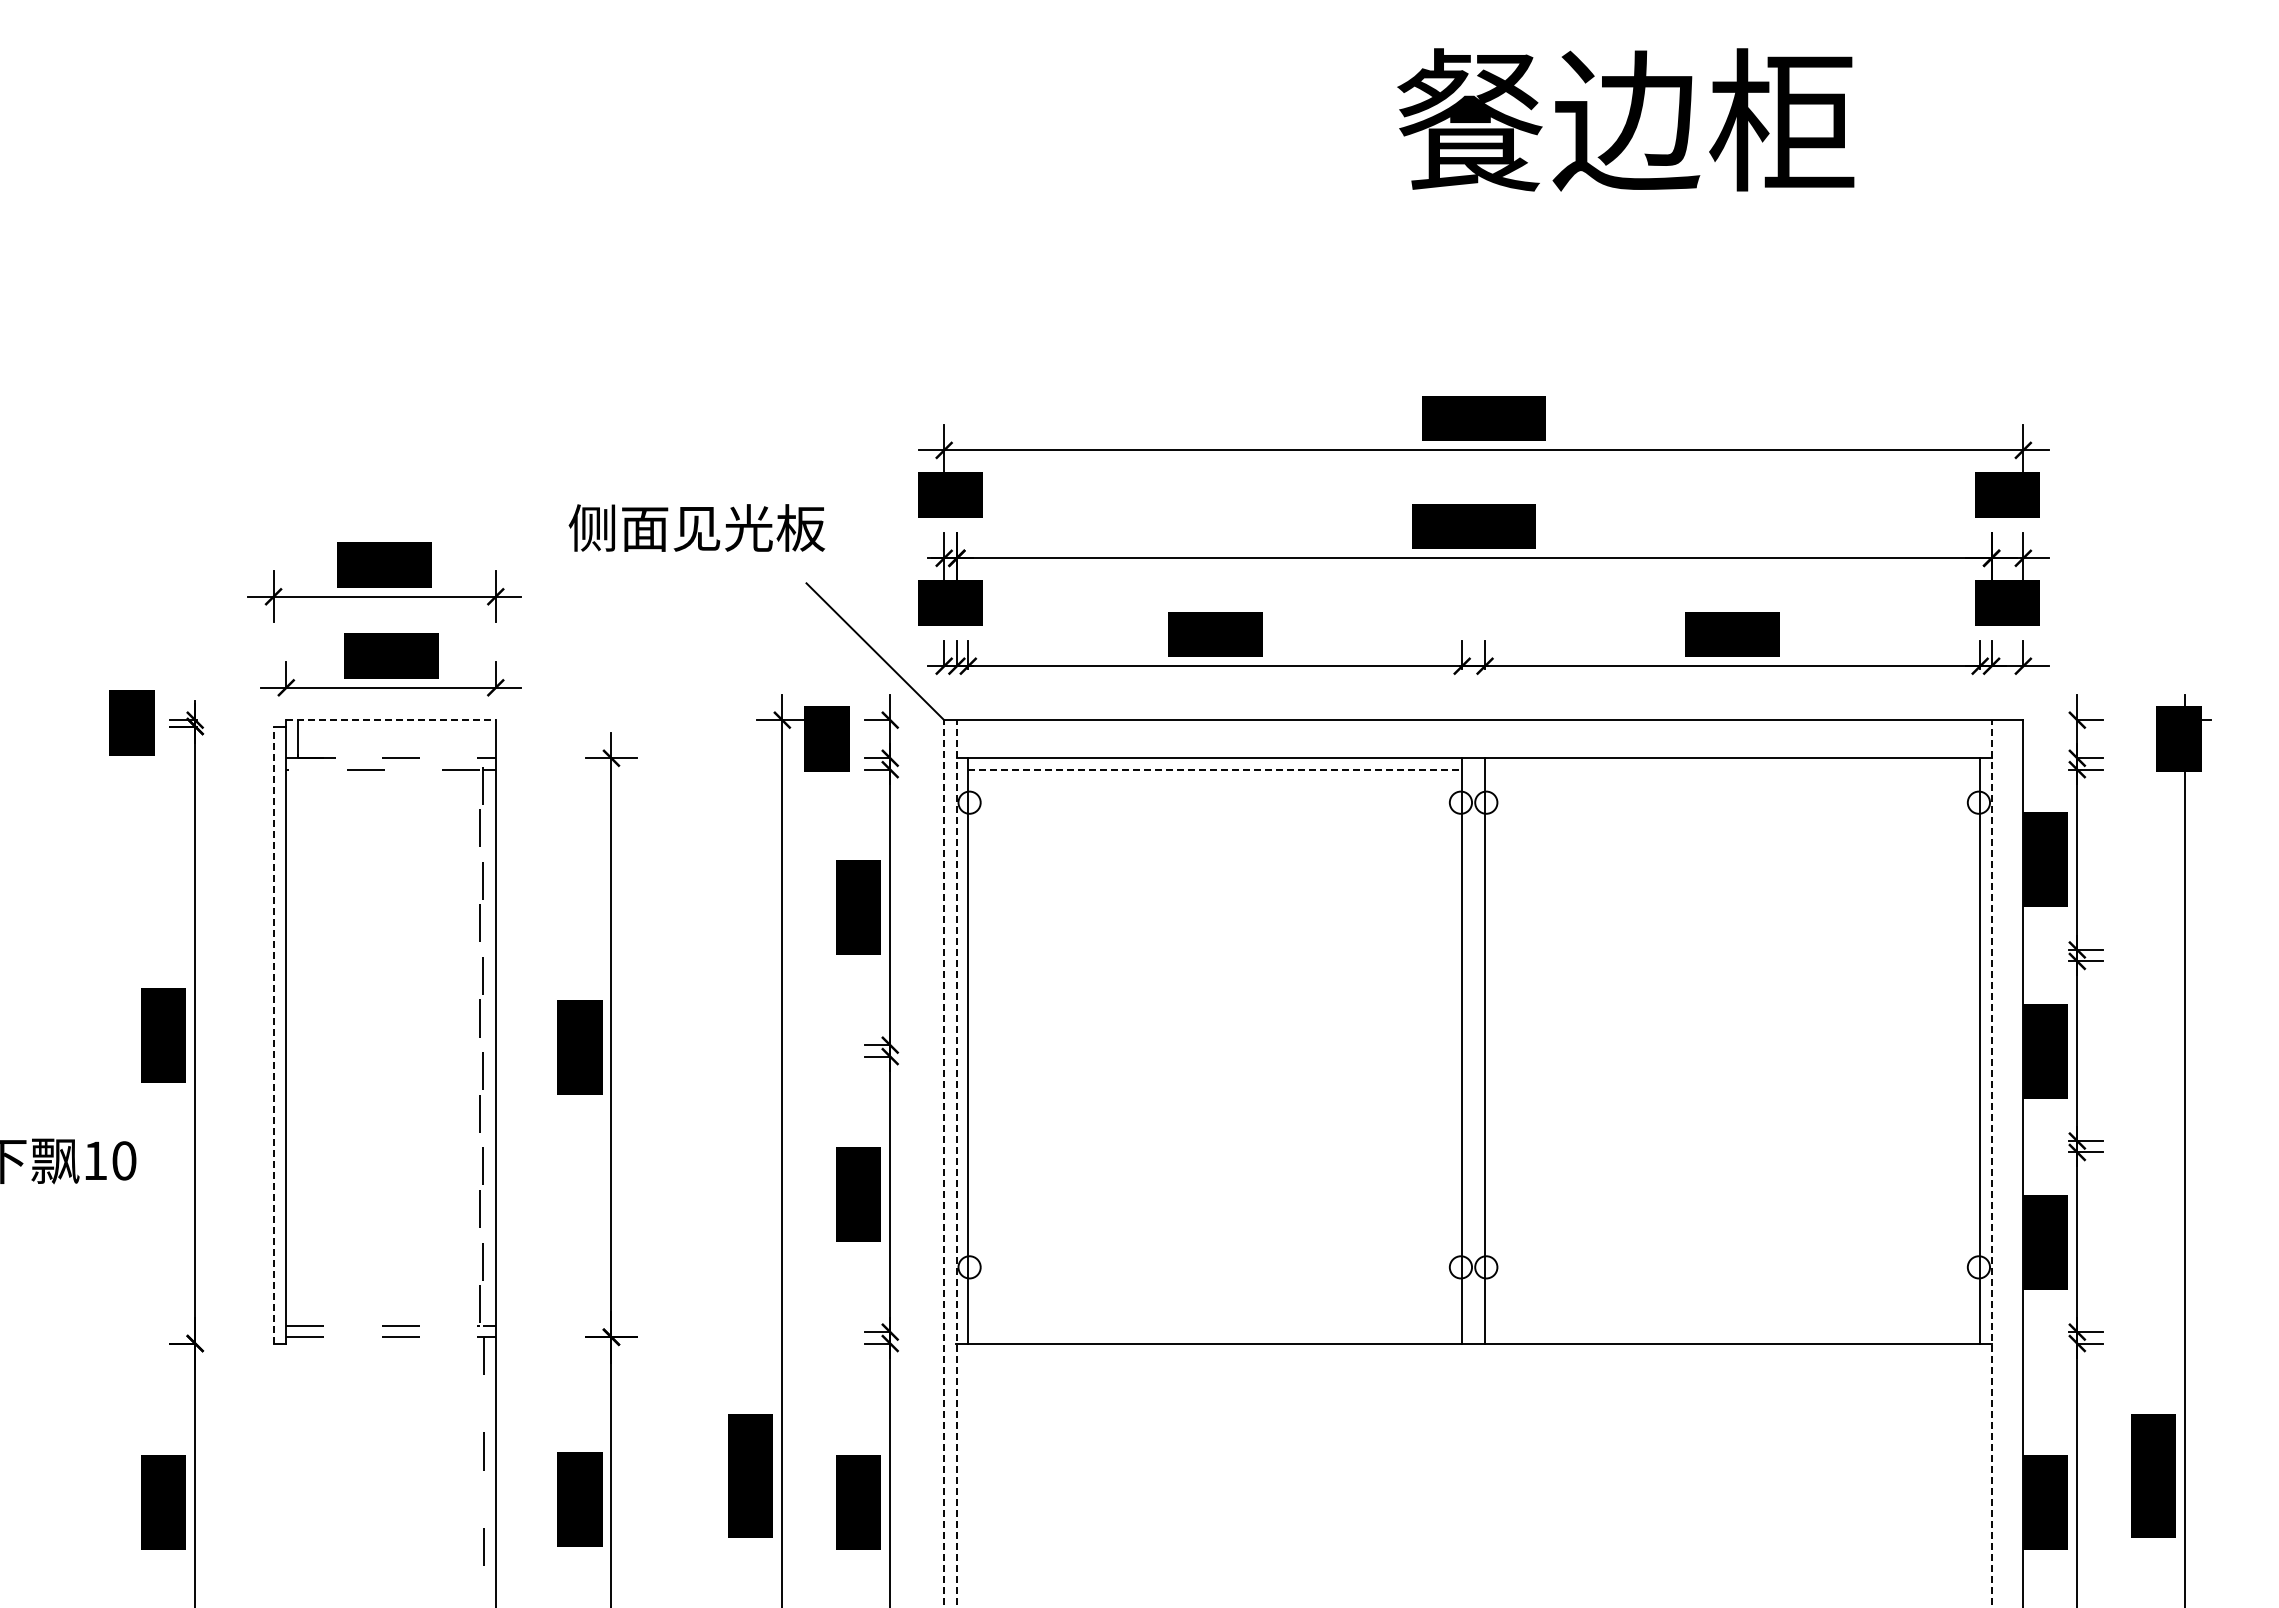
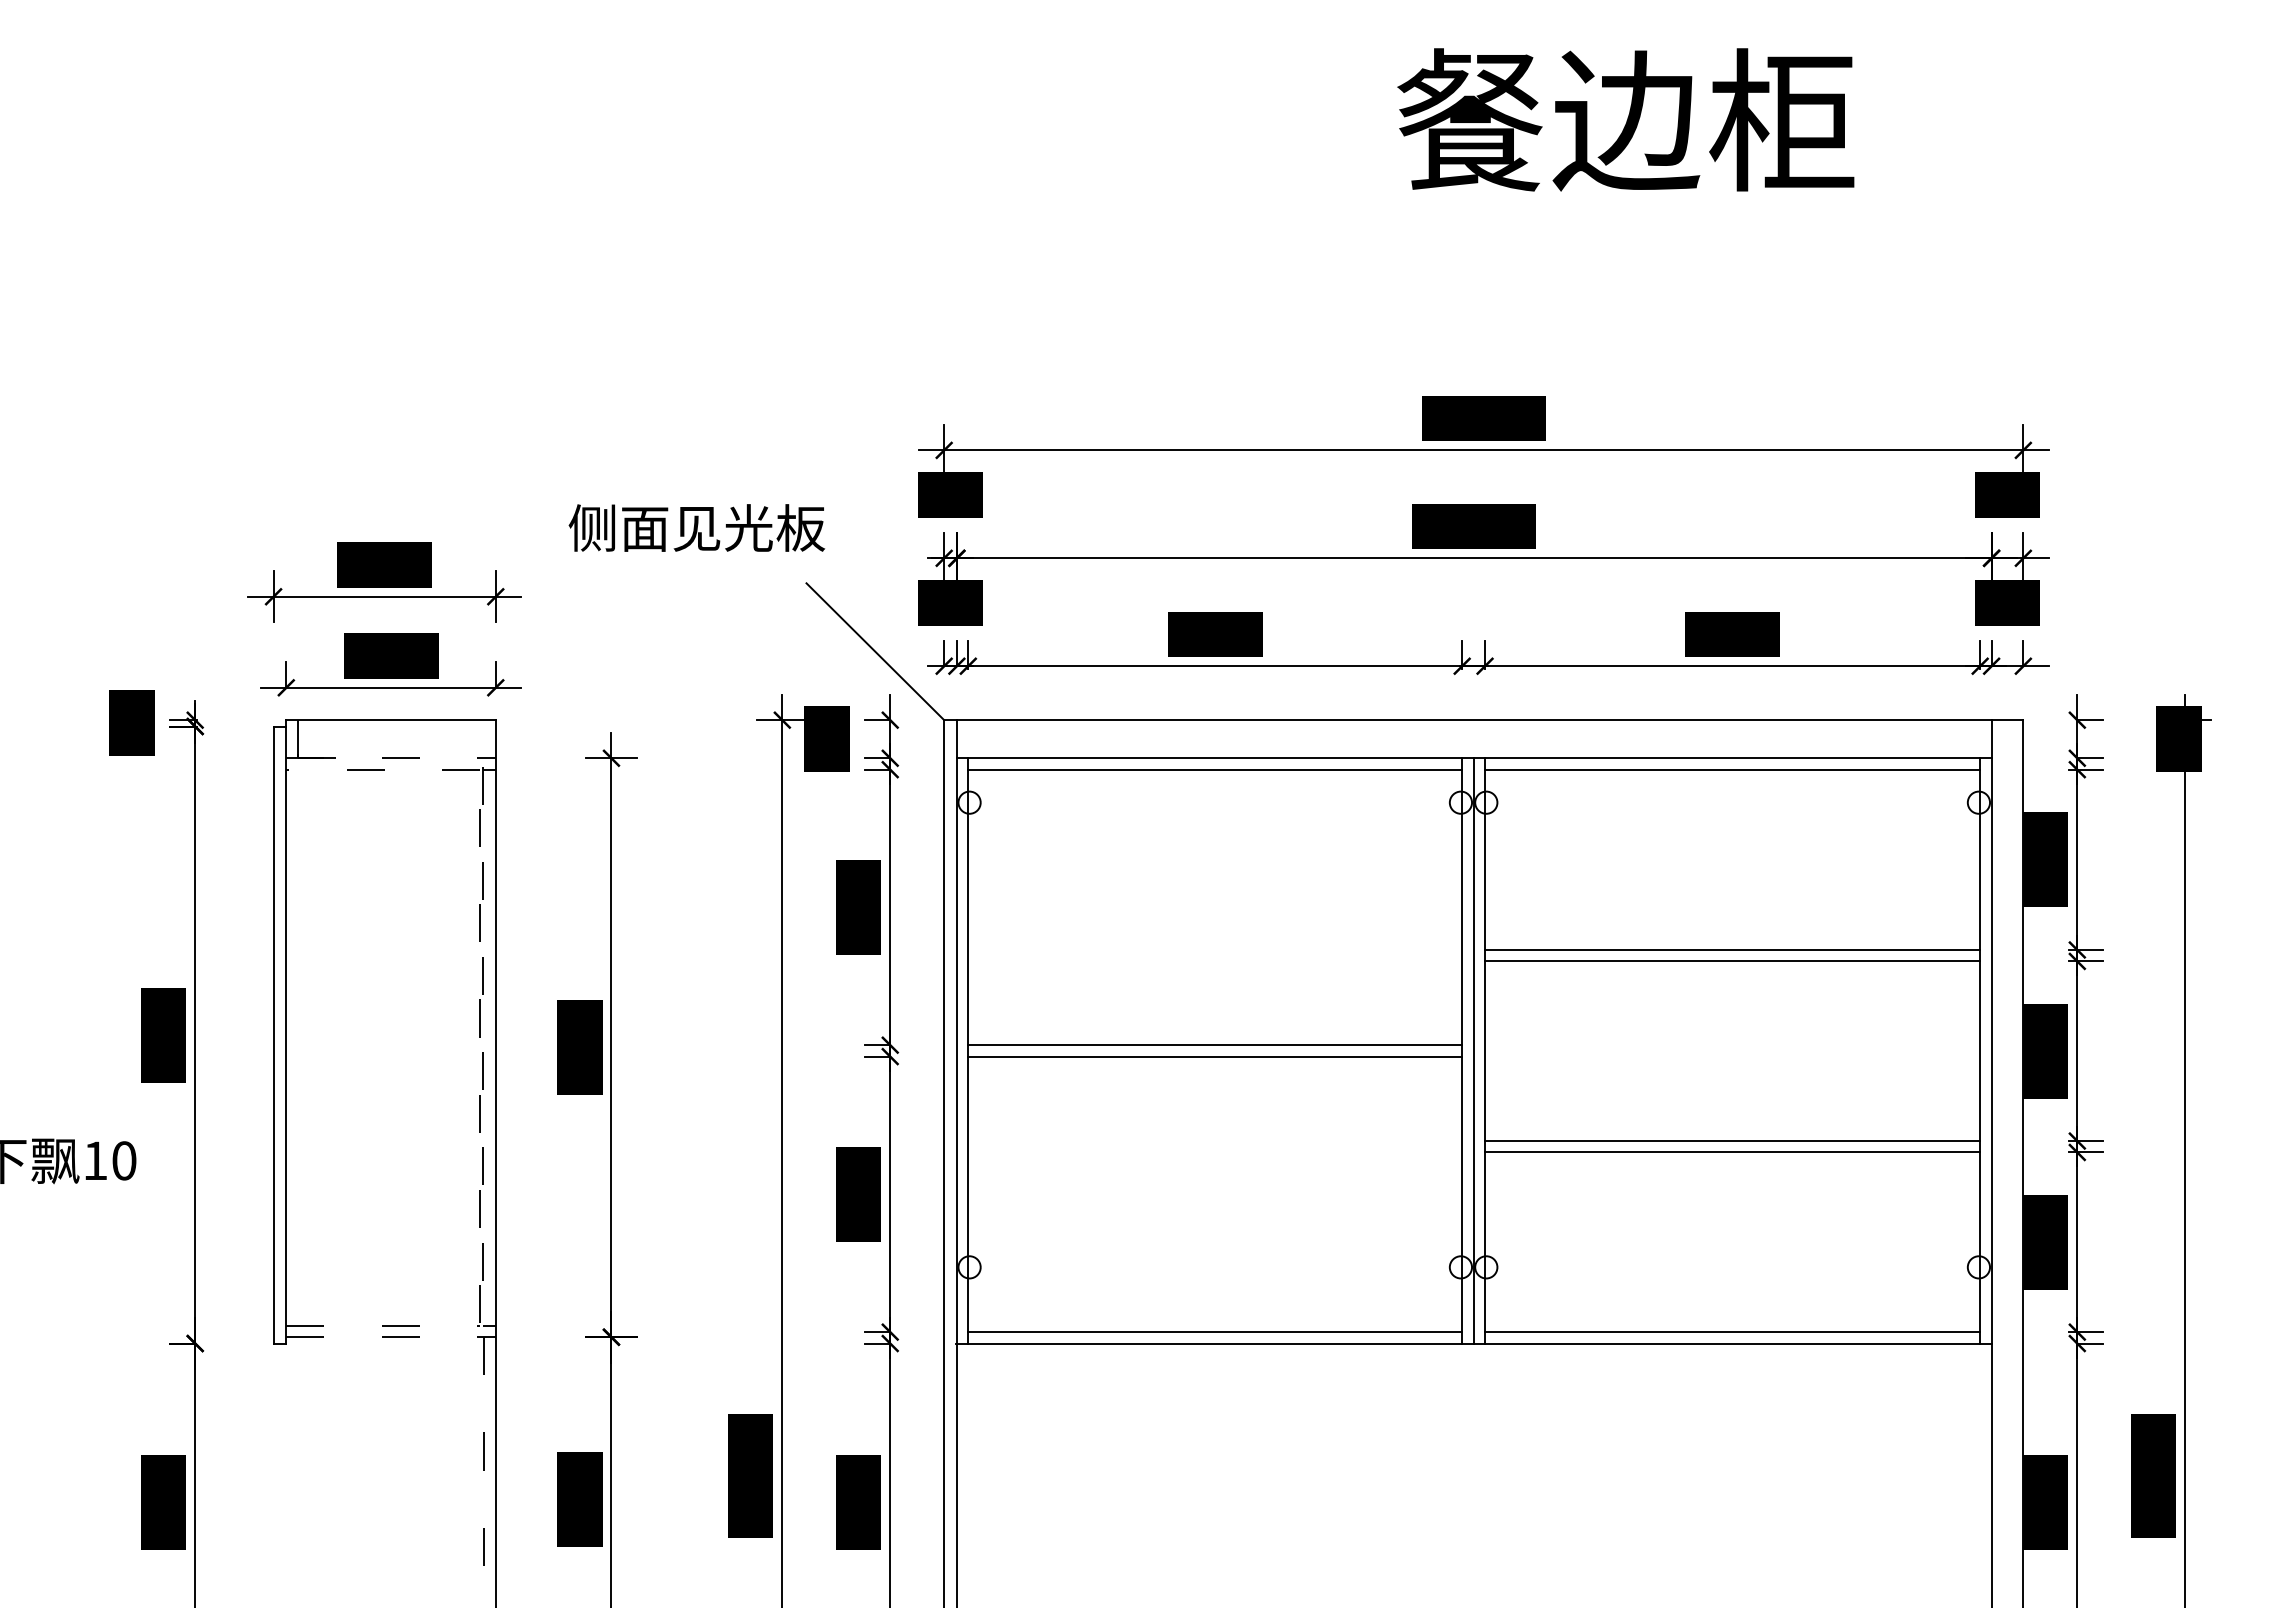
line at (391, 720): dashed -> solid
line at (1215, 769): dashed -> solid
line at (1732, 769): none -> present
line at (1732, 949): none -> present
line at (1732, 961): none -> present
line at (273, 1035): dashed -> solid
line at (1215, 1045): none -> present
line at (1473, 1050): none -> present
line at (1215, 1056): none -> present
line at (1732, 1141): none -> present
line at (1732, 1152): none -> present
line at (944, 1163): dashed -> solid
line at (956, 1163): dashed -> solid
line at (1991, 1163): dashed -> solid
line at (1215, 1332): none -> present
line at (1732, 1332): none -> present
